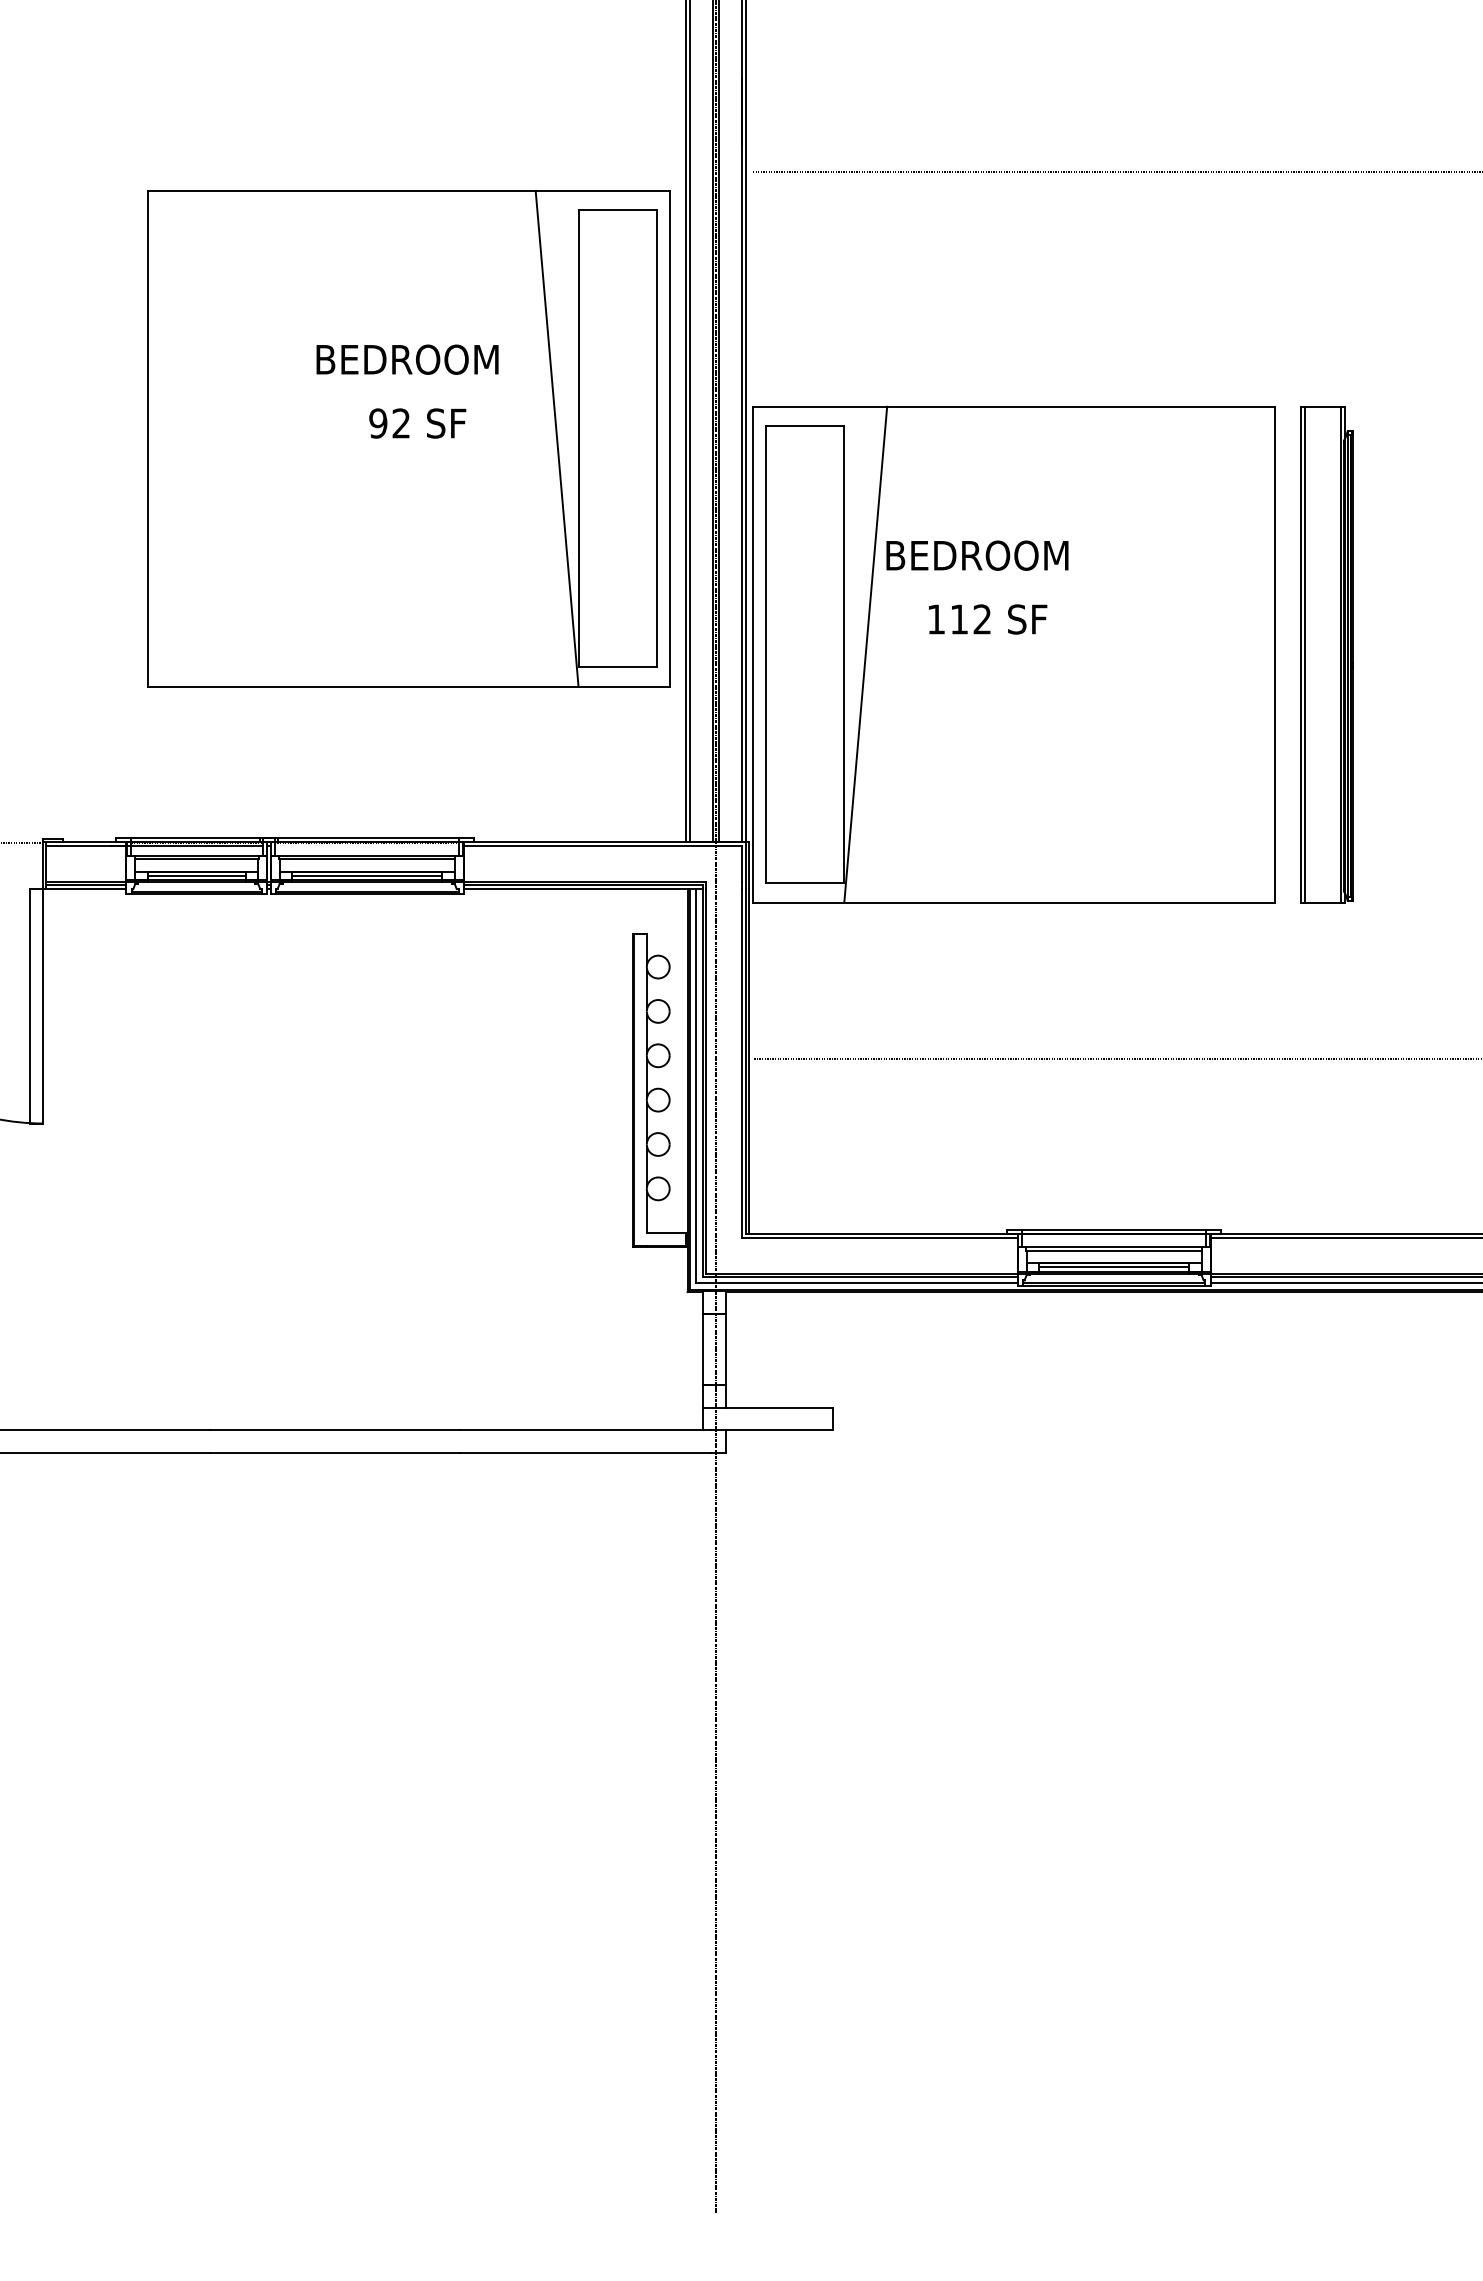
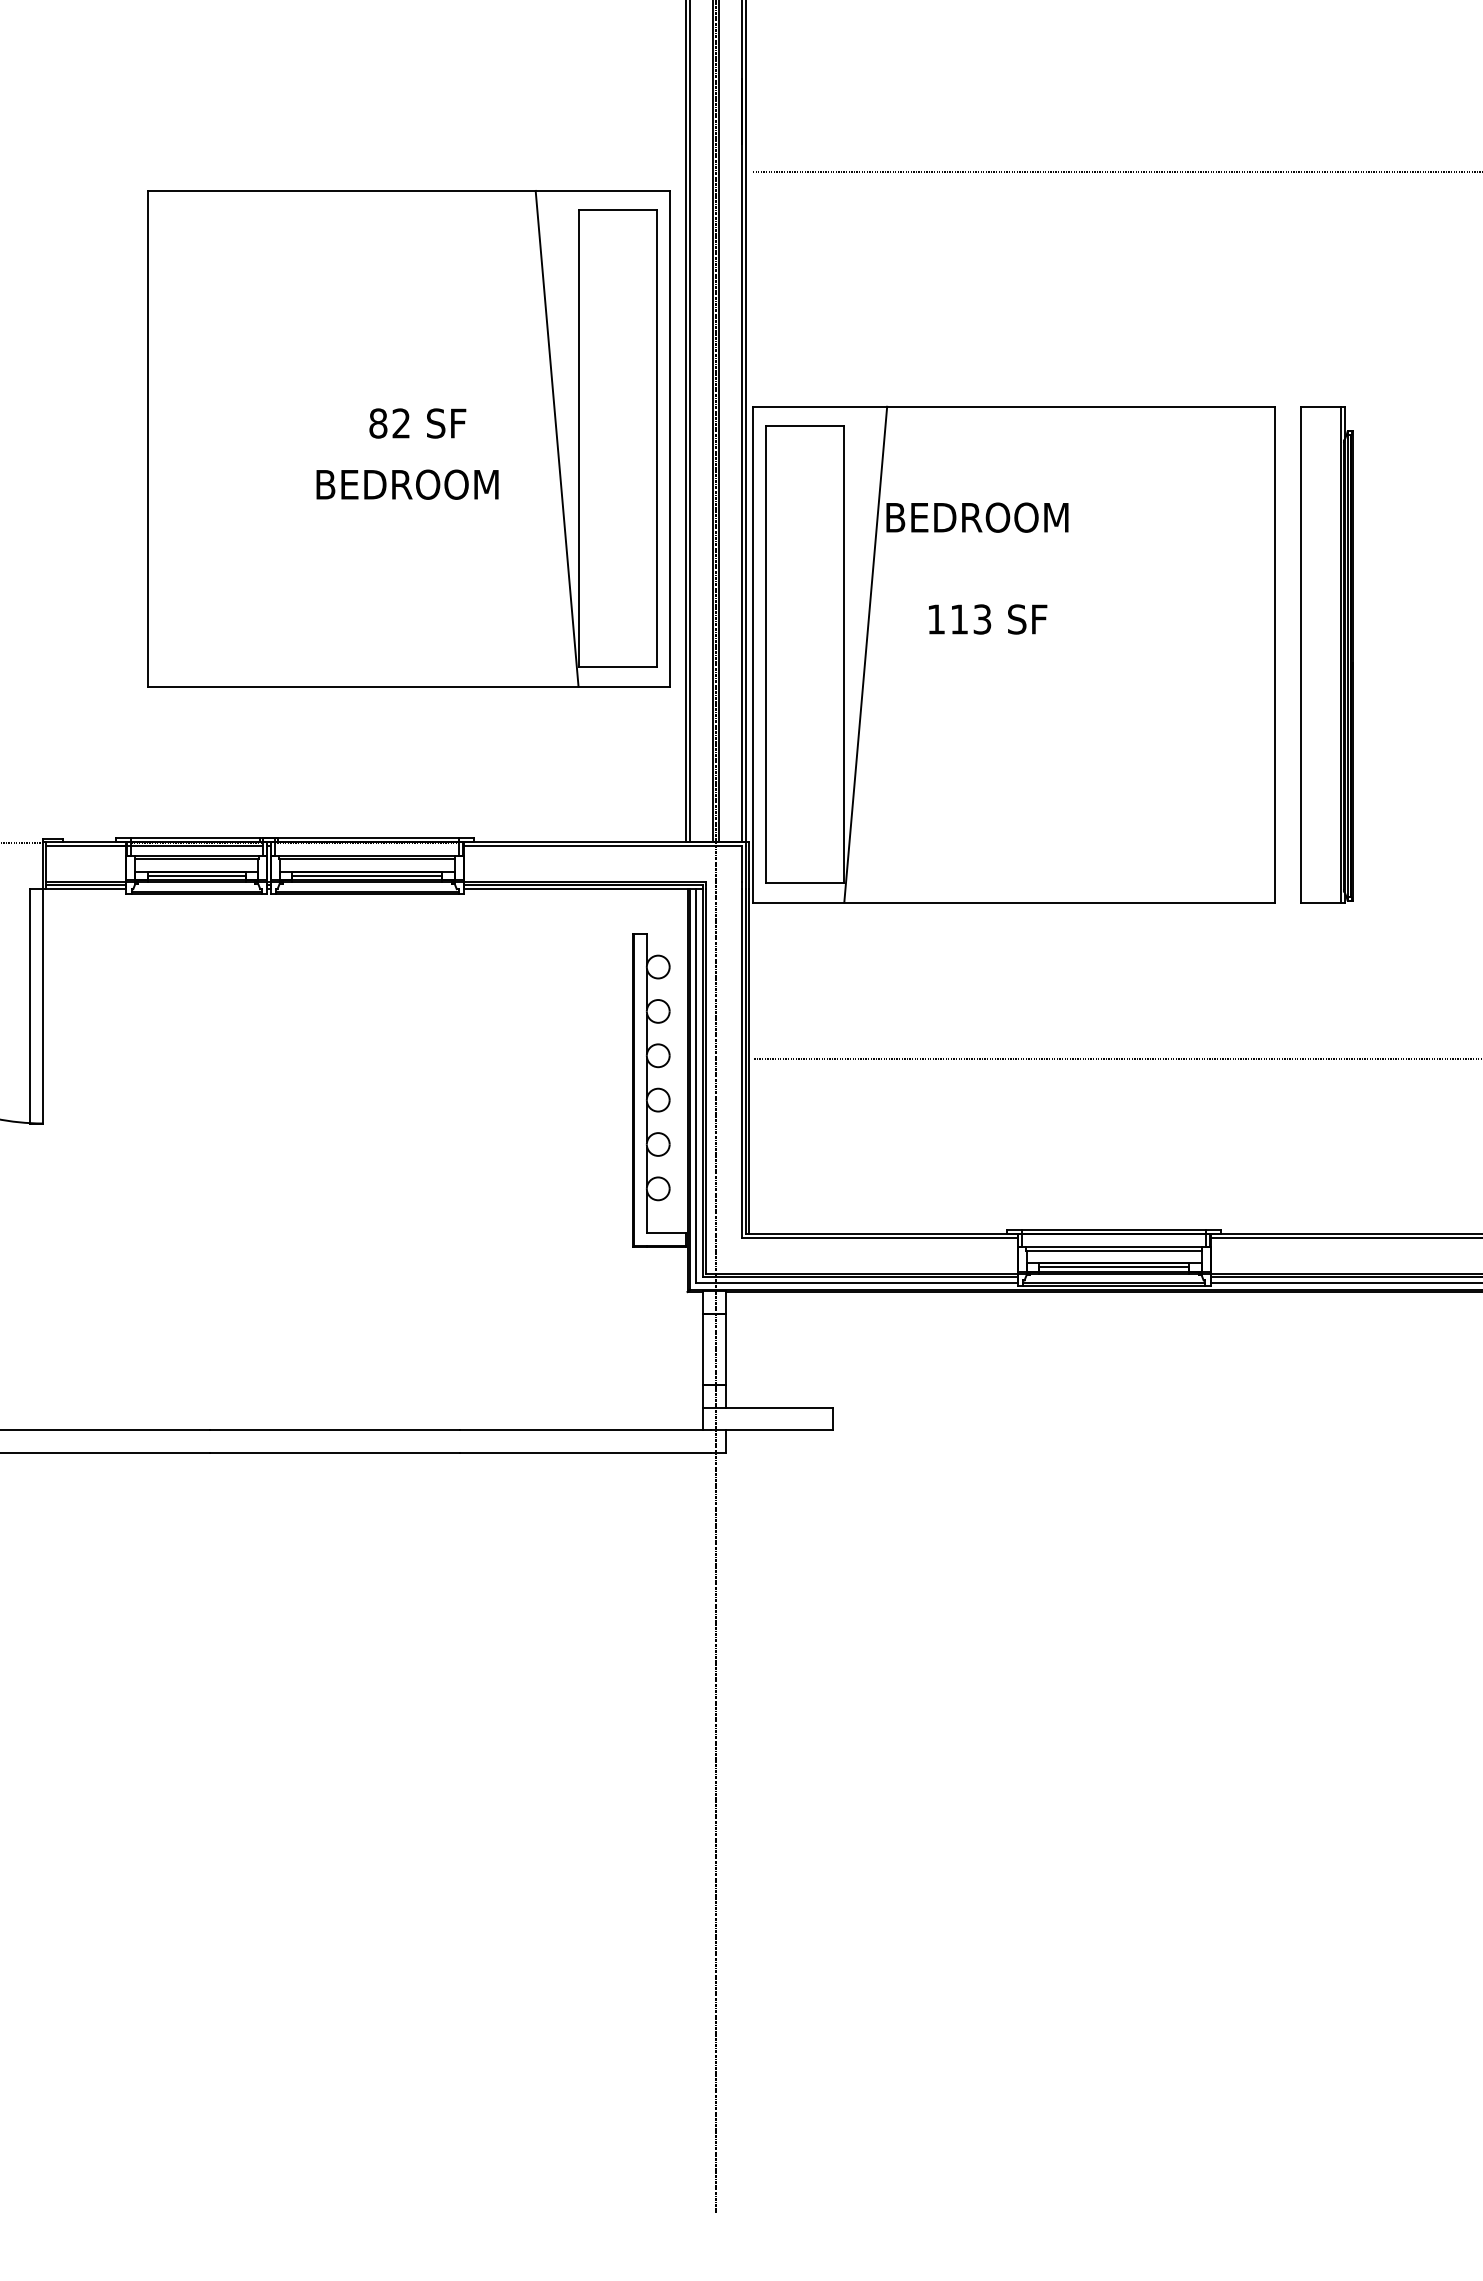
text at (407, 359) position: (407, 359) -> (407, 484)
text at (378, 423): 92 -> 82
text at (977, 555) position: (977, 555) -> (977, 517)
text at (982, 619): 112 -> 113
line at (1305, 654): present -> none
